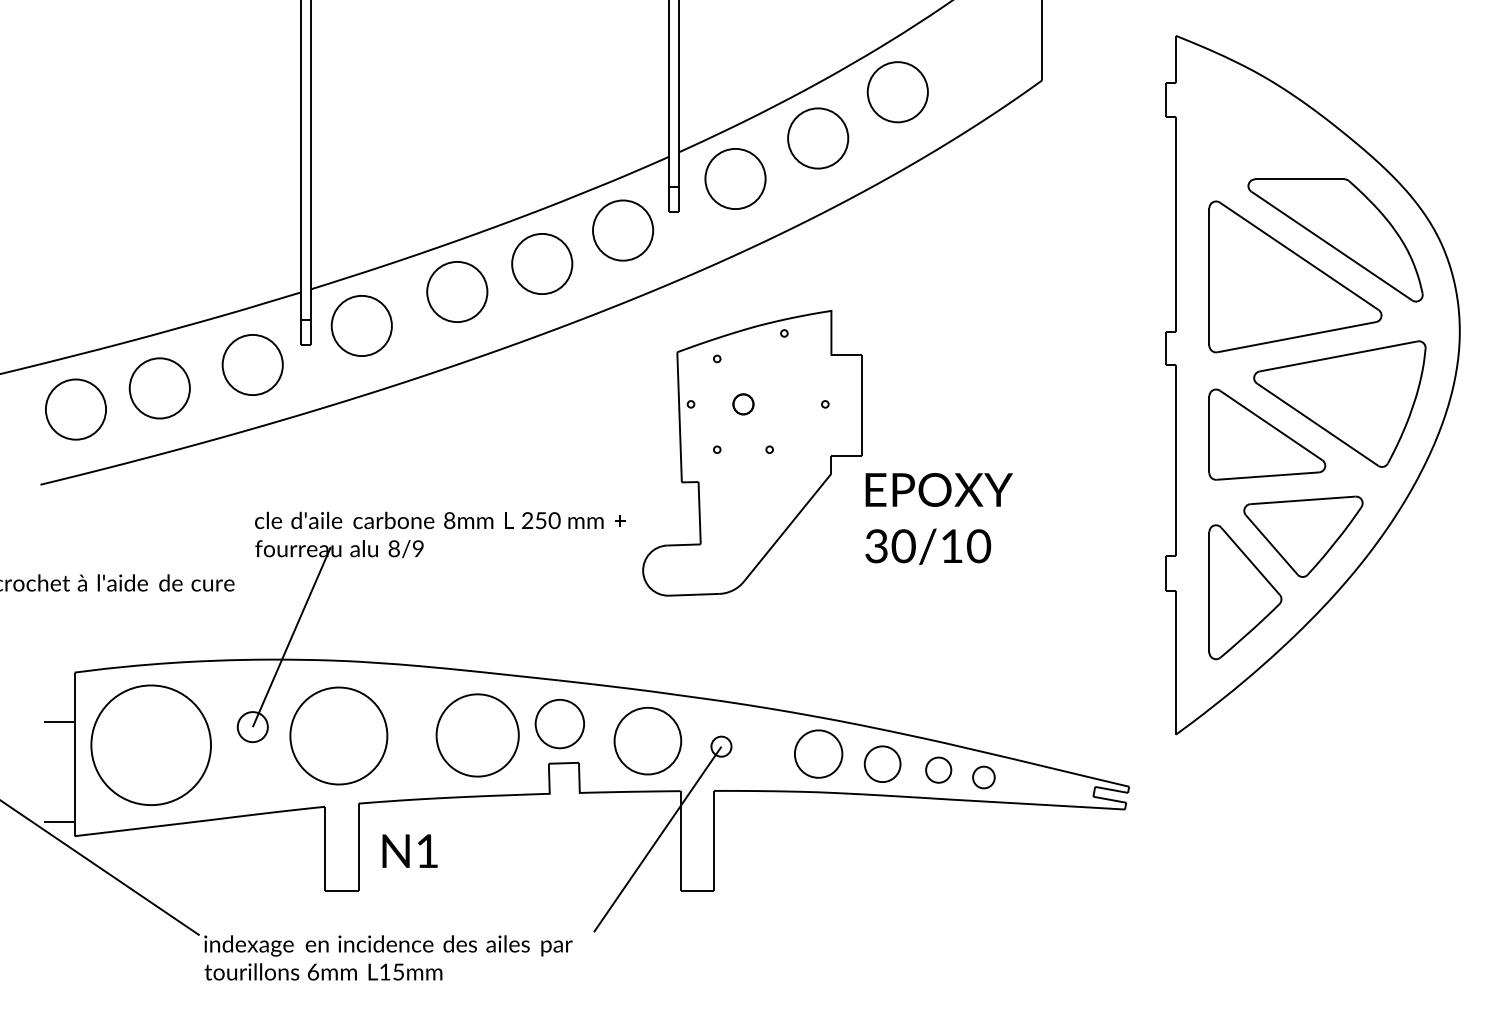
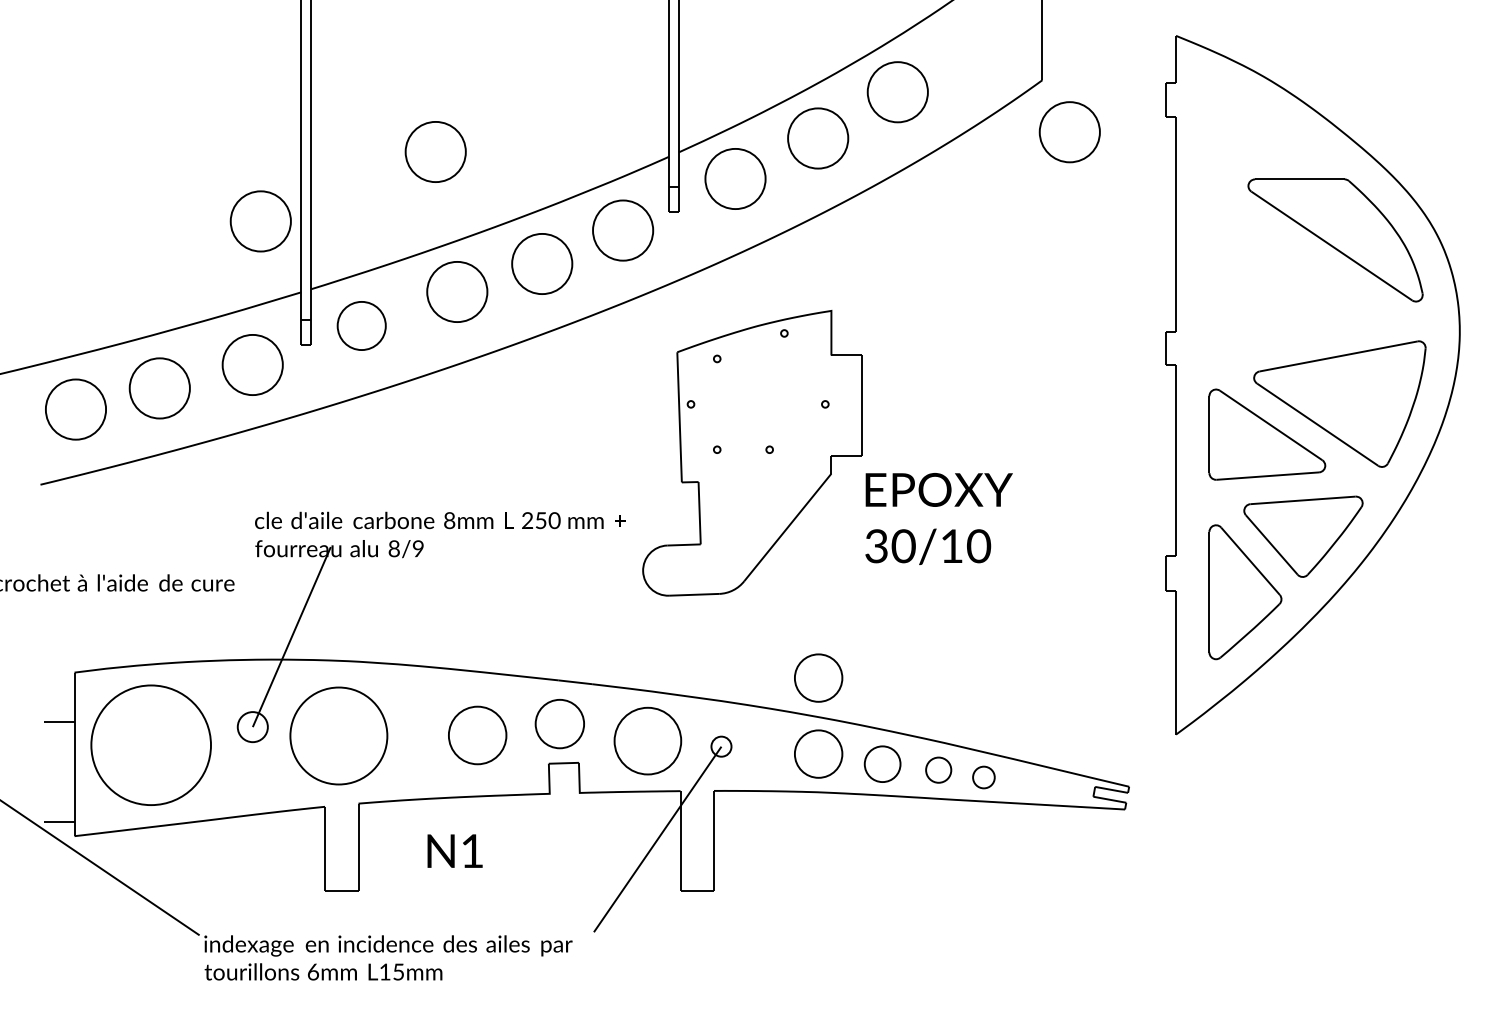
part at (1069, 132): none -> present
part at (435, 151): none -> present
part at (260, 221): none -> present
part at (1295, 276): present -> none
part at (361, 325) size: 63x62 px -> 51x50 px
part at (743, 404): present -> none
part at (818, 677): none -> present
part at (477, 735) size: 85x85 px -> 60x61 px
part at (409, 850) position: (409, 850) -> (454, 850)
